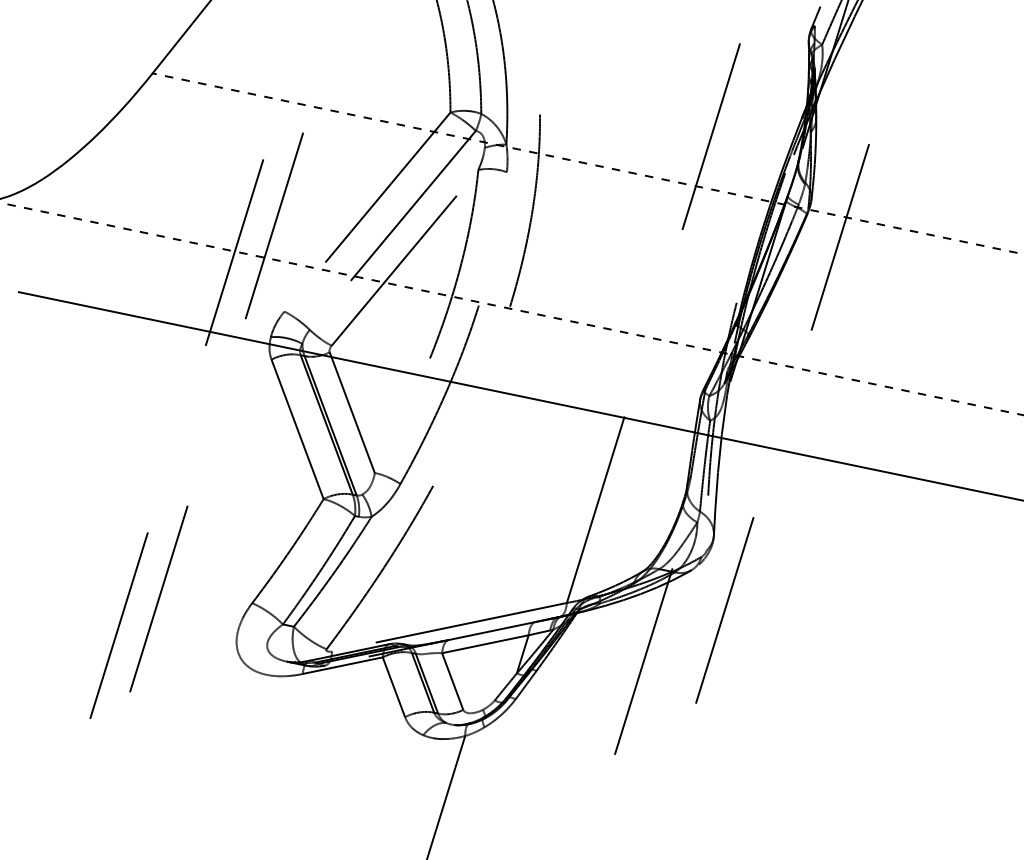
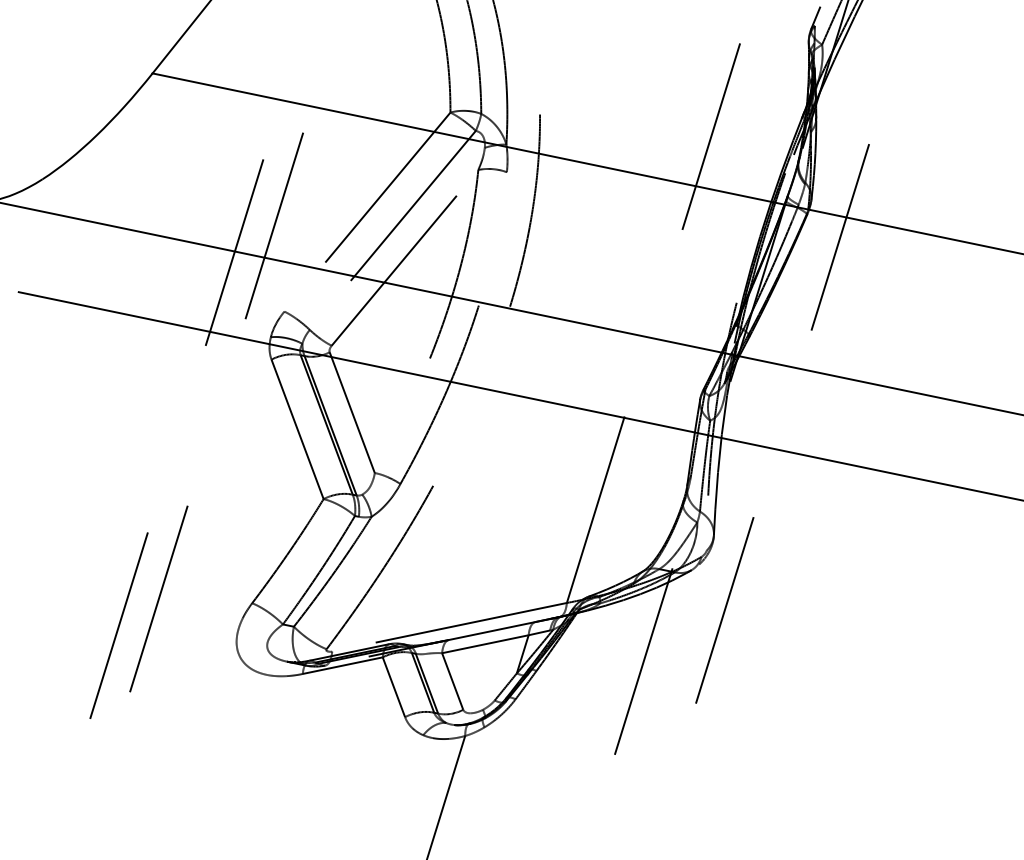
line at (587, 163): dashed -> solid
line at (512, 309): dashed -> solid
